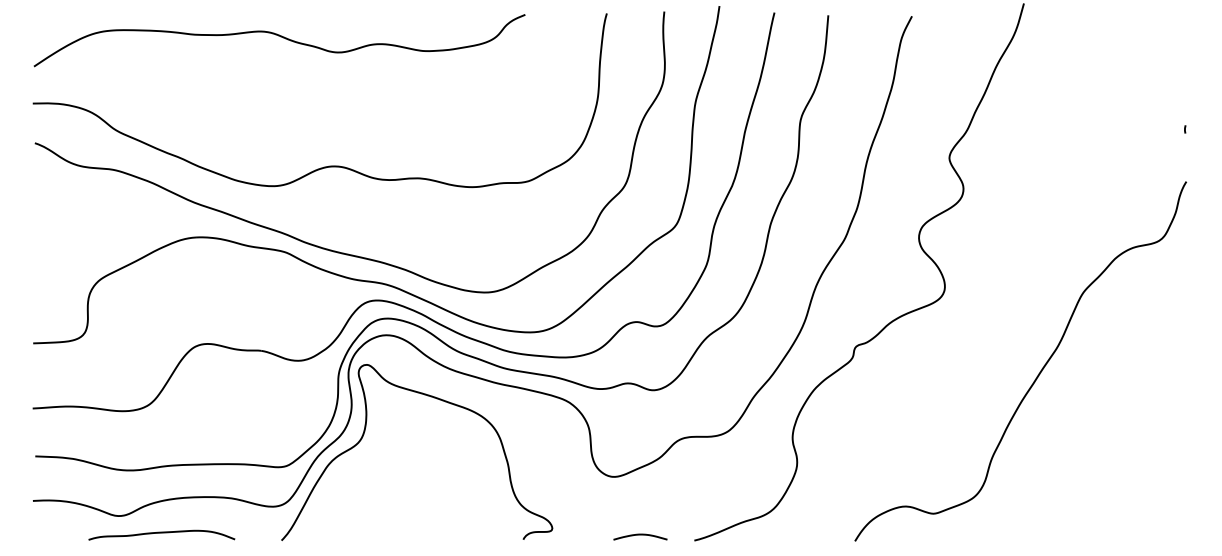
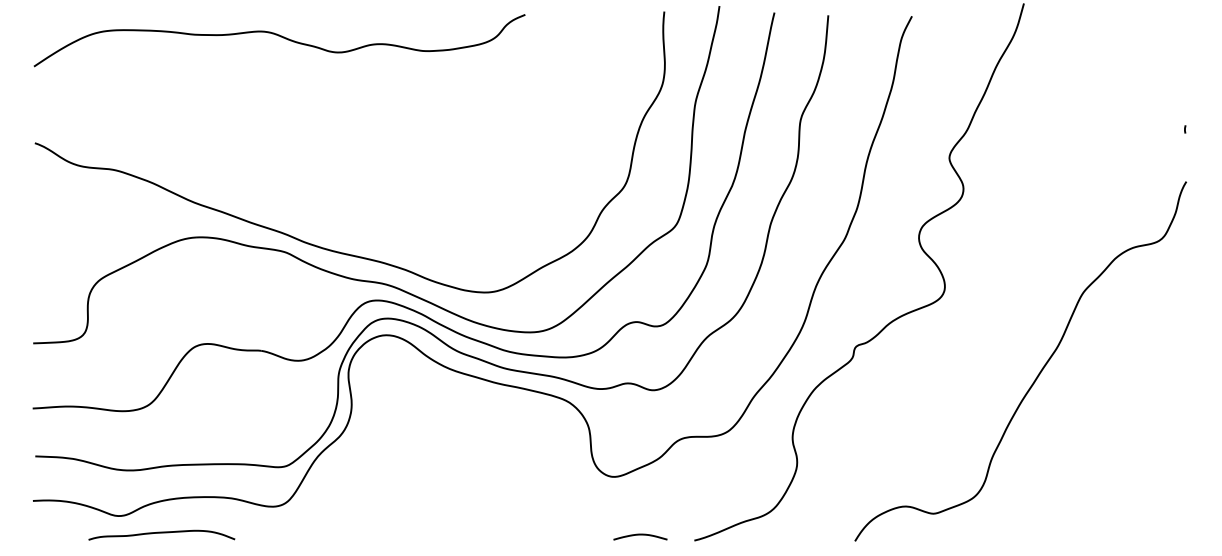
curve at (329, 165): present -> none
curve at (364, 434): present -> none
